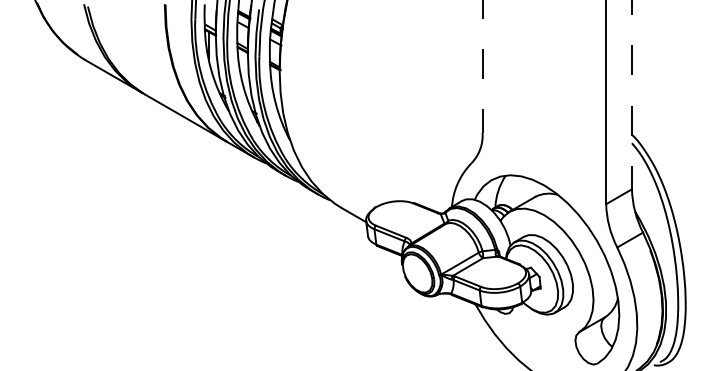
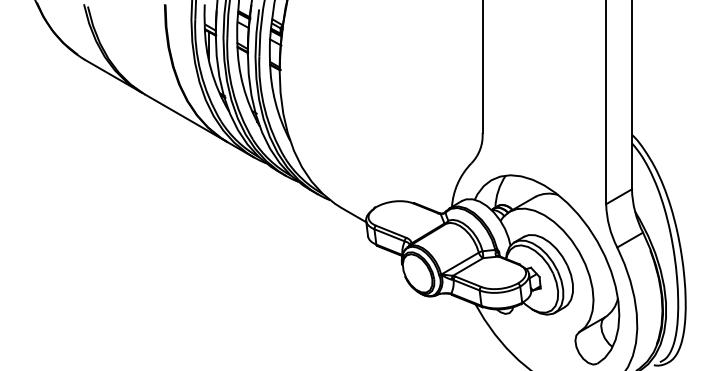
line at (482, 66): dashed -> solid
line at (631, 95): dashed -> solid
